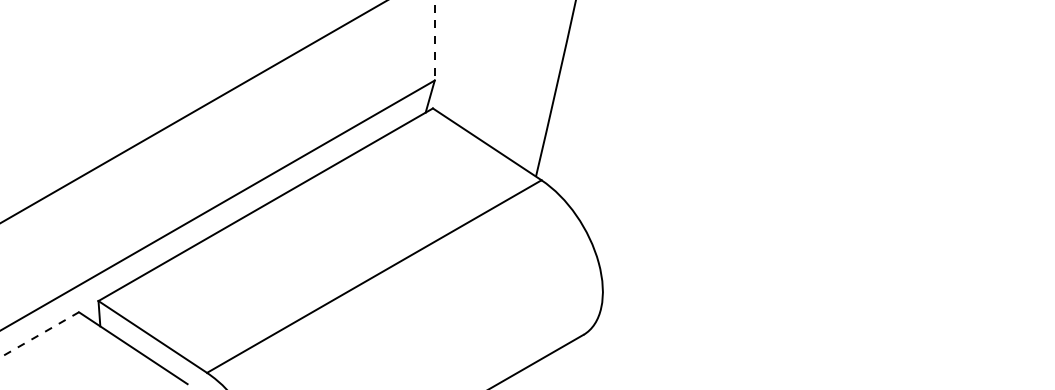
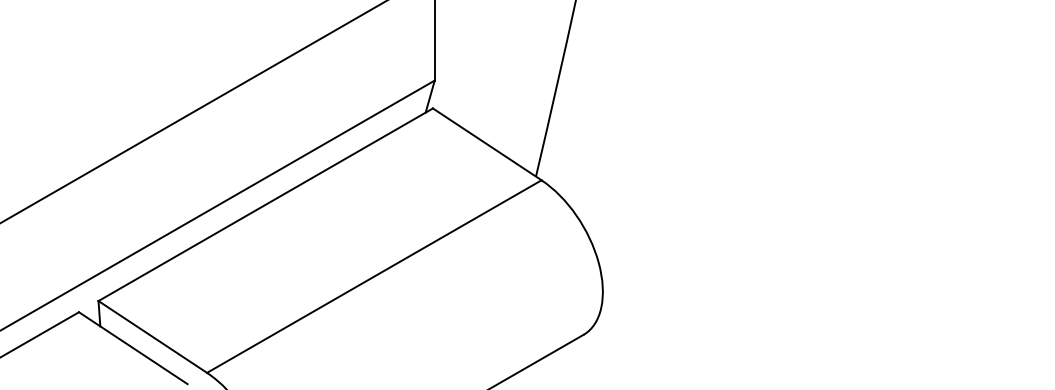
line at (434, 40): dashed -> solid
line at (39, 334): dashed -> solid
